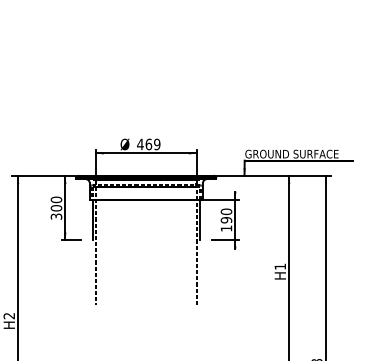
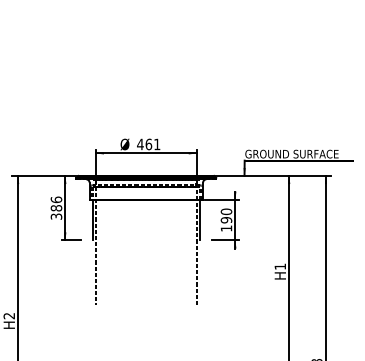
text at (157, 144): 469 -> 461
text at (55, 203): 300 -> 386
